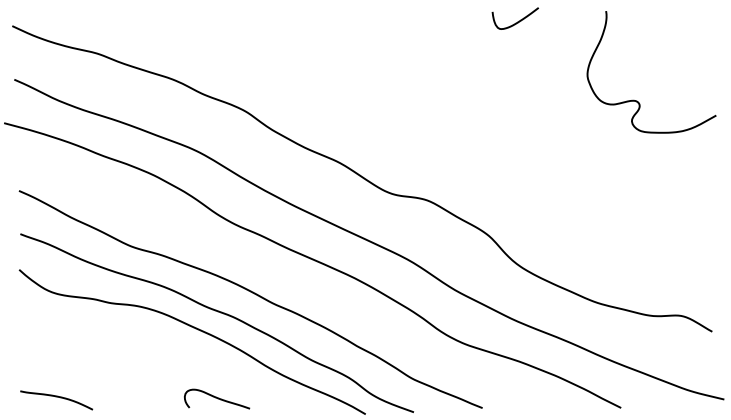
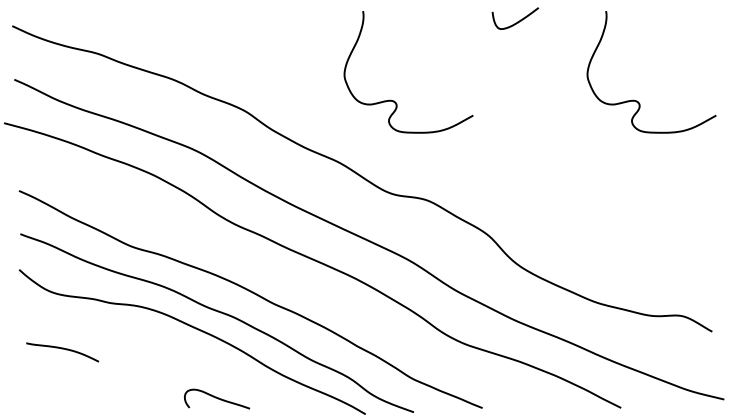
curve at (394, 100): none -> present
curve at (56, 397) position: (56, 397) -> (62, 349)
